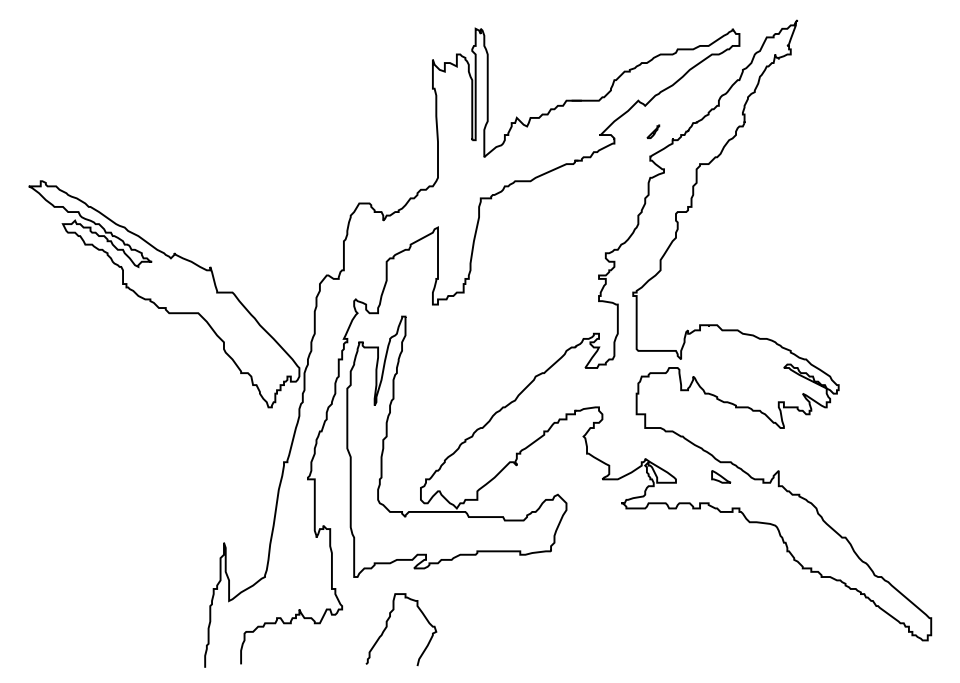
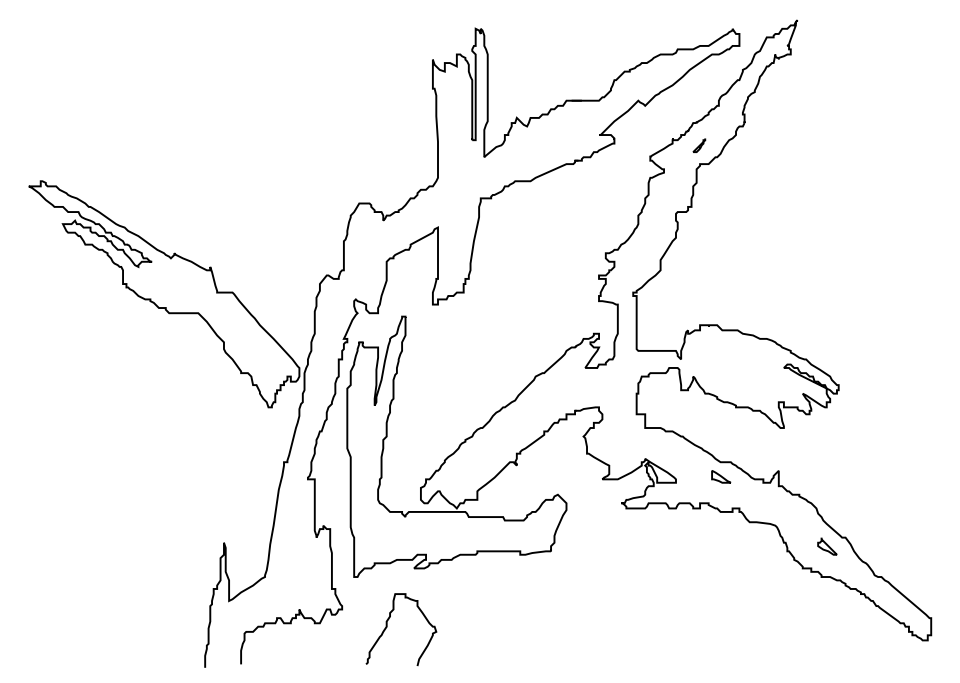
part at (653, 131) position: (653, 131) -> (699, 145)
curve at (827, 546): none -> present
